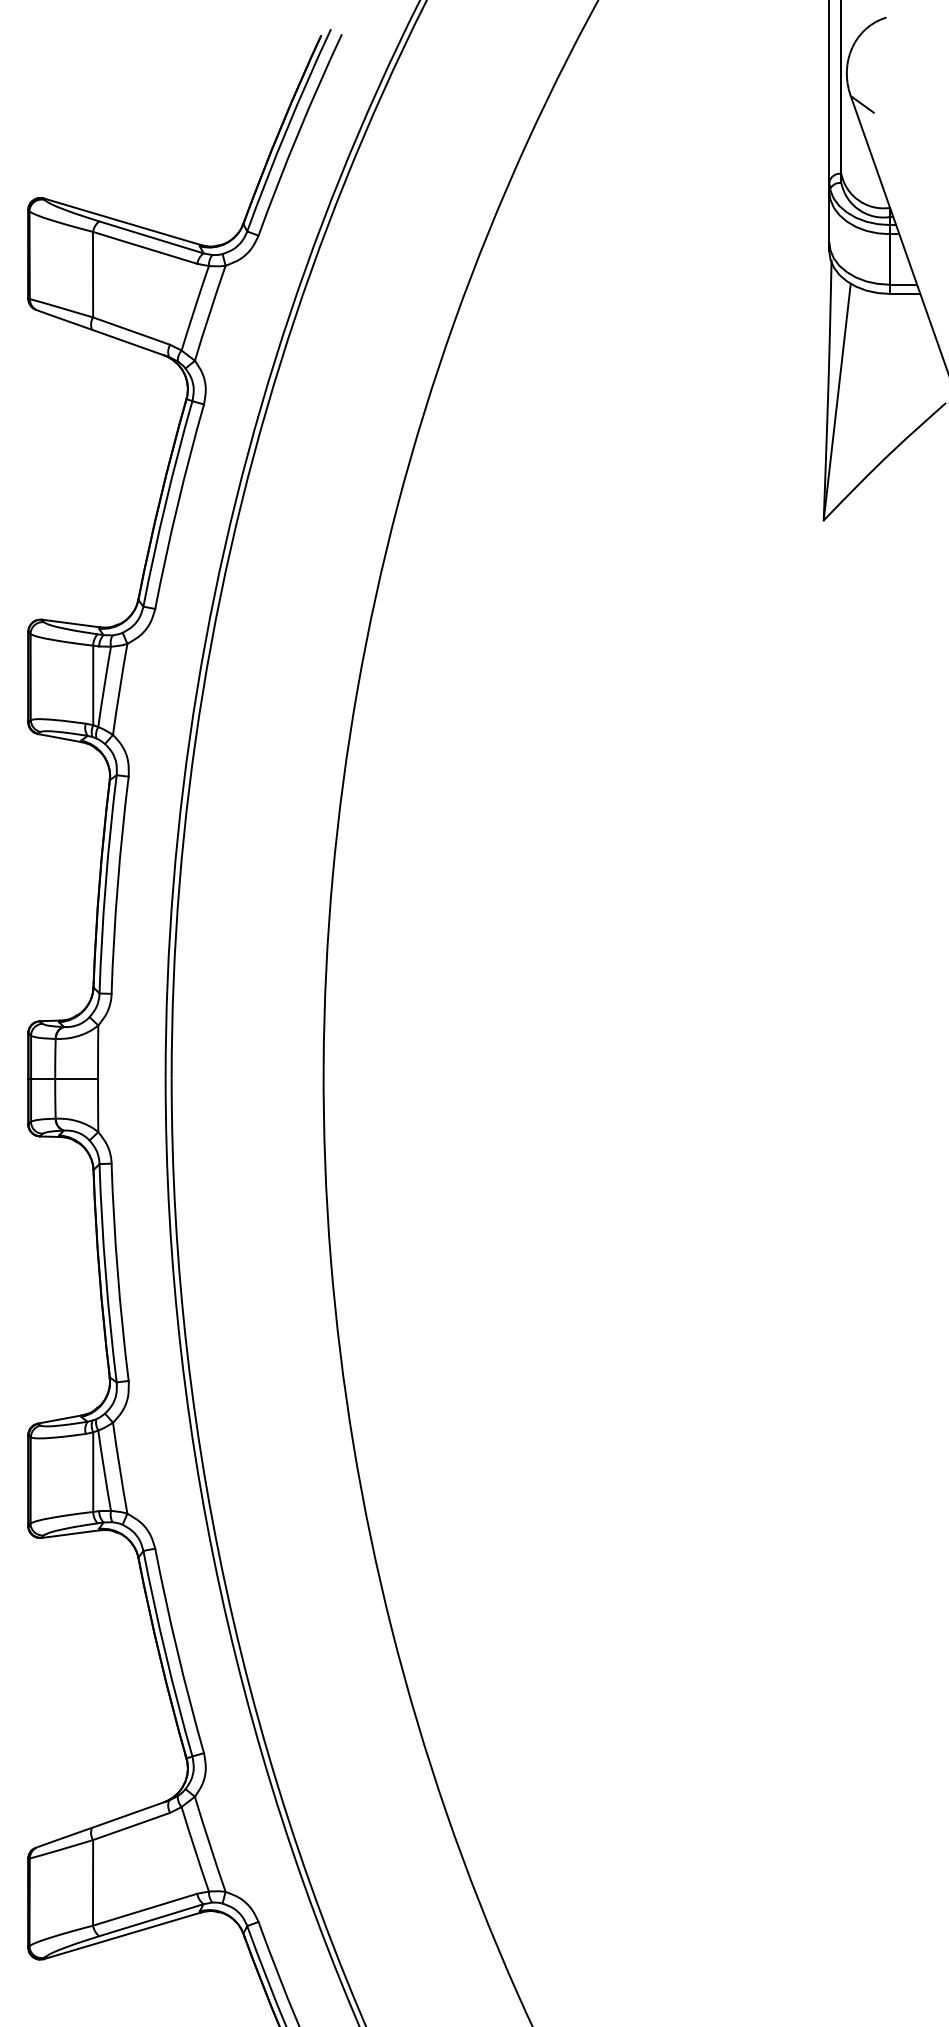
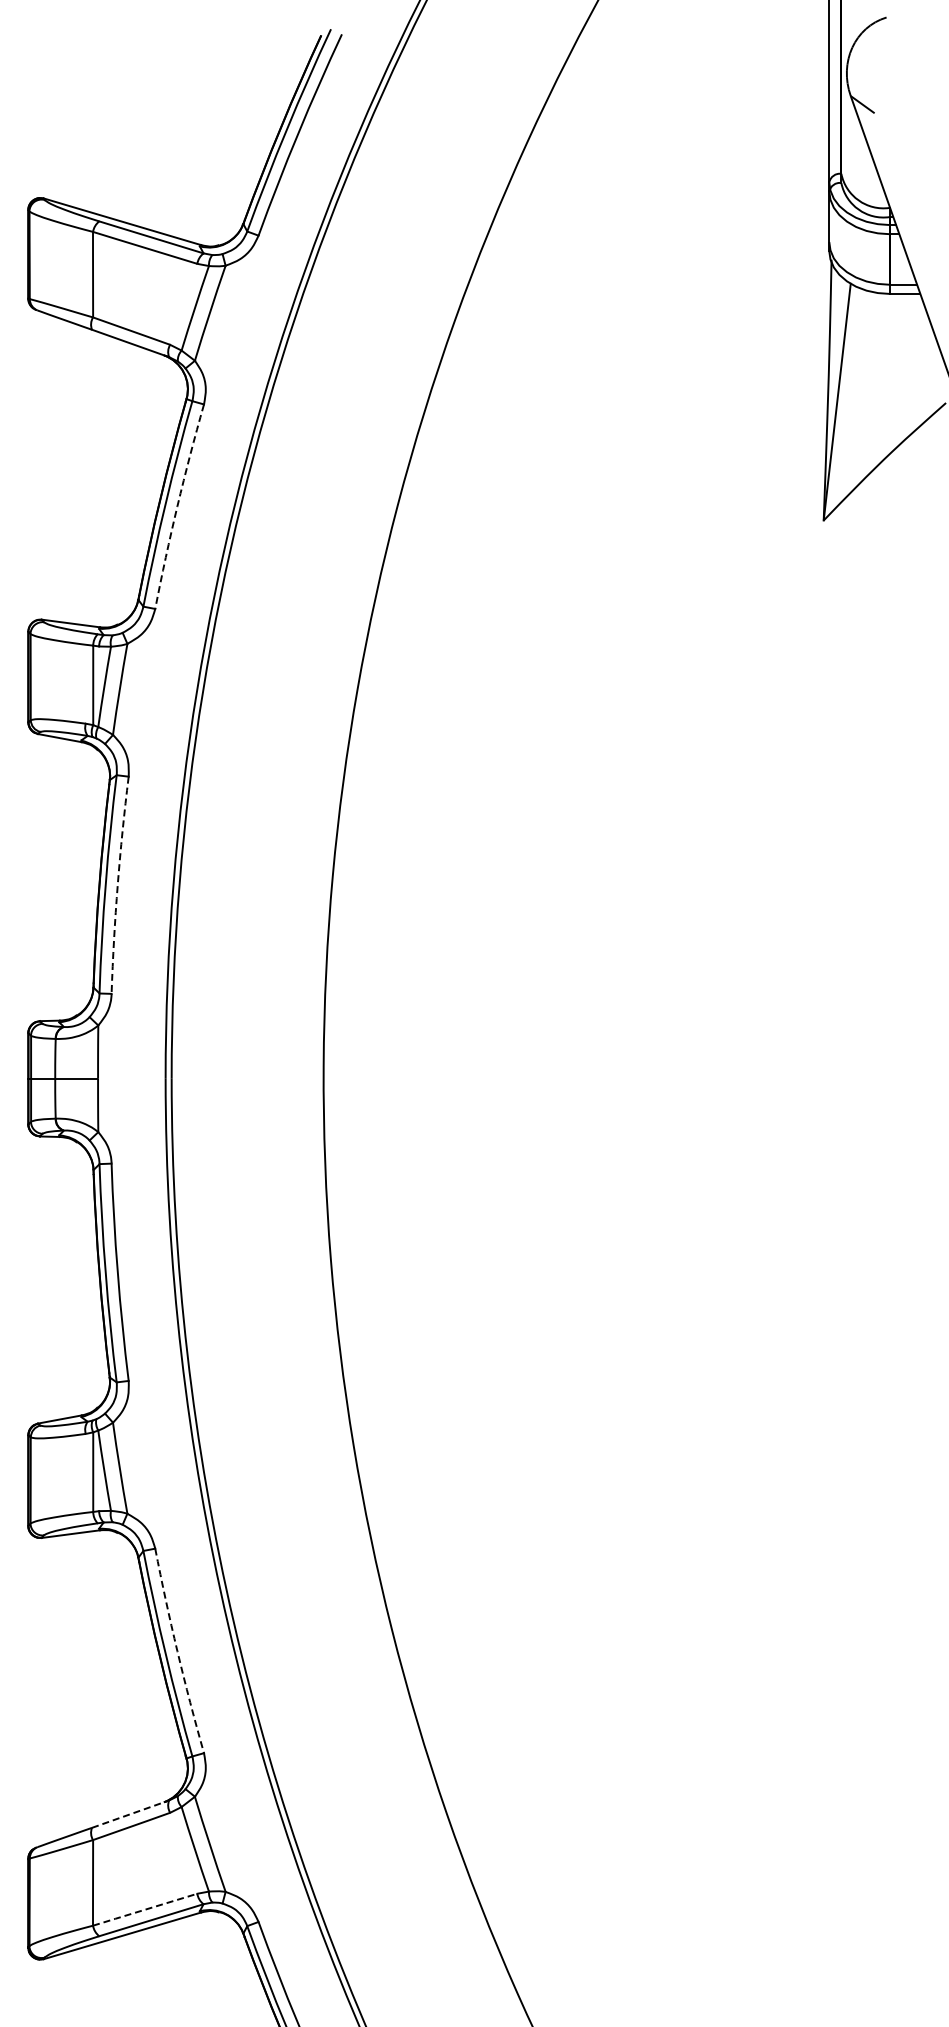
arc at (177, 506): solid -> dashed
arc at (117, 885): solid -> dashed
arc at (177, 1651): solid -> dashed
line at (130, 1814): solid -> dashed
line at (144, 1909): solid -> dashed
